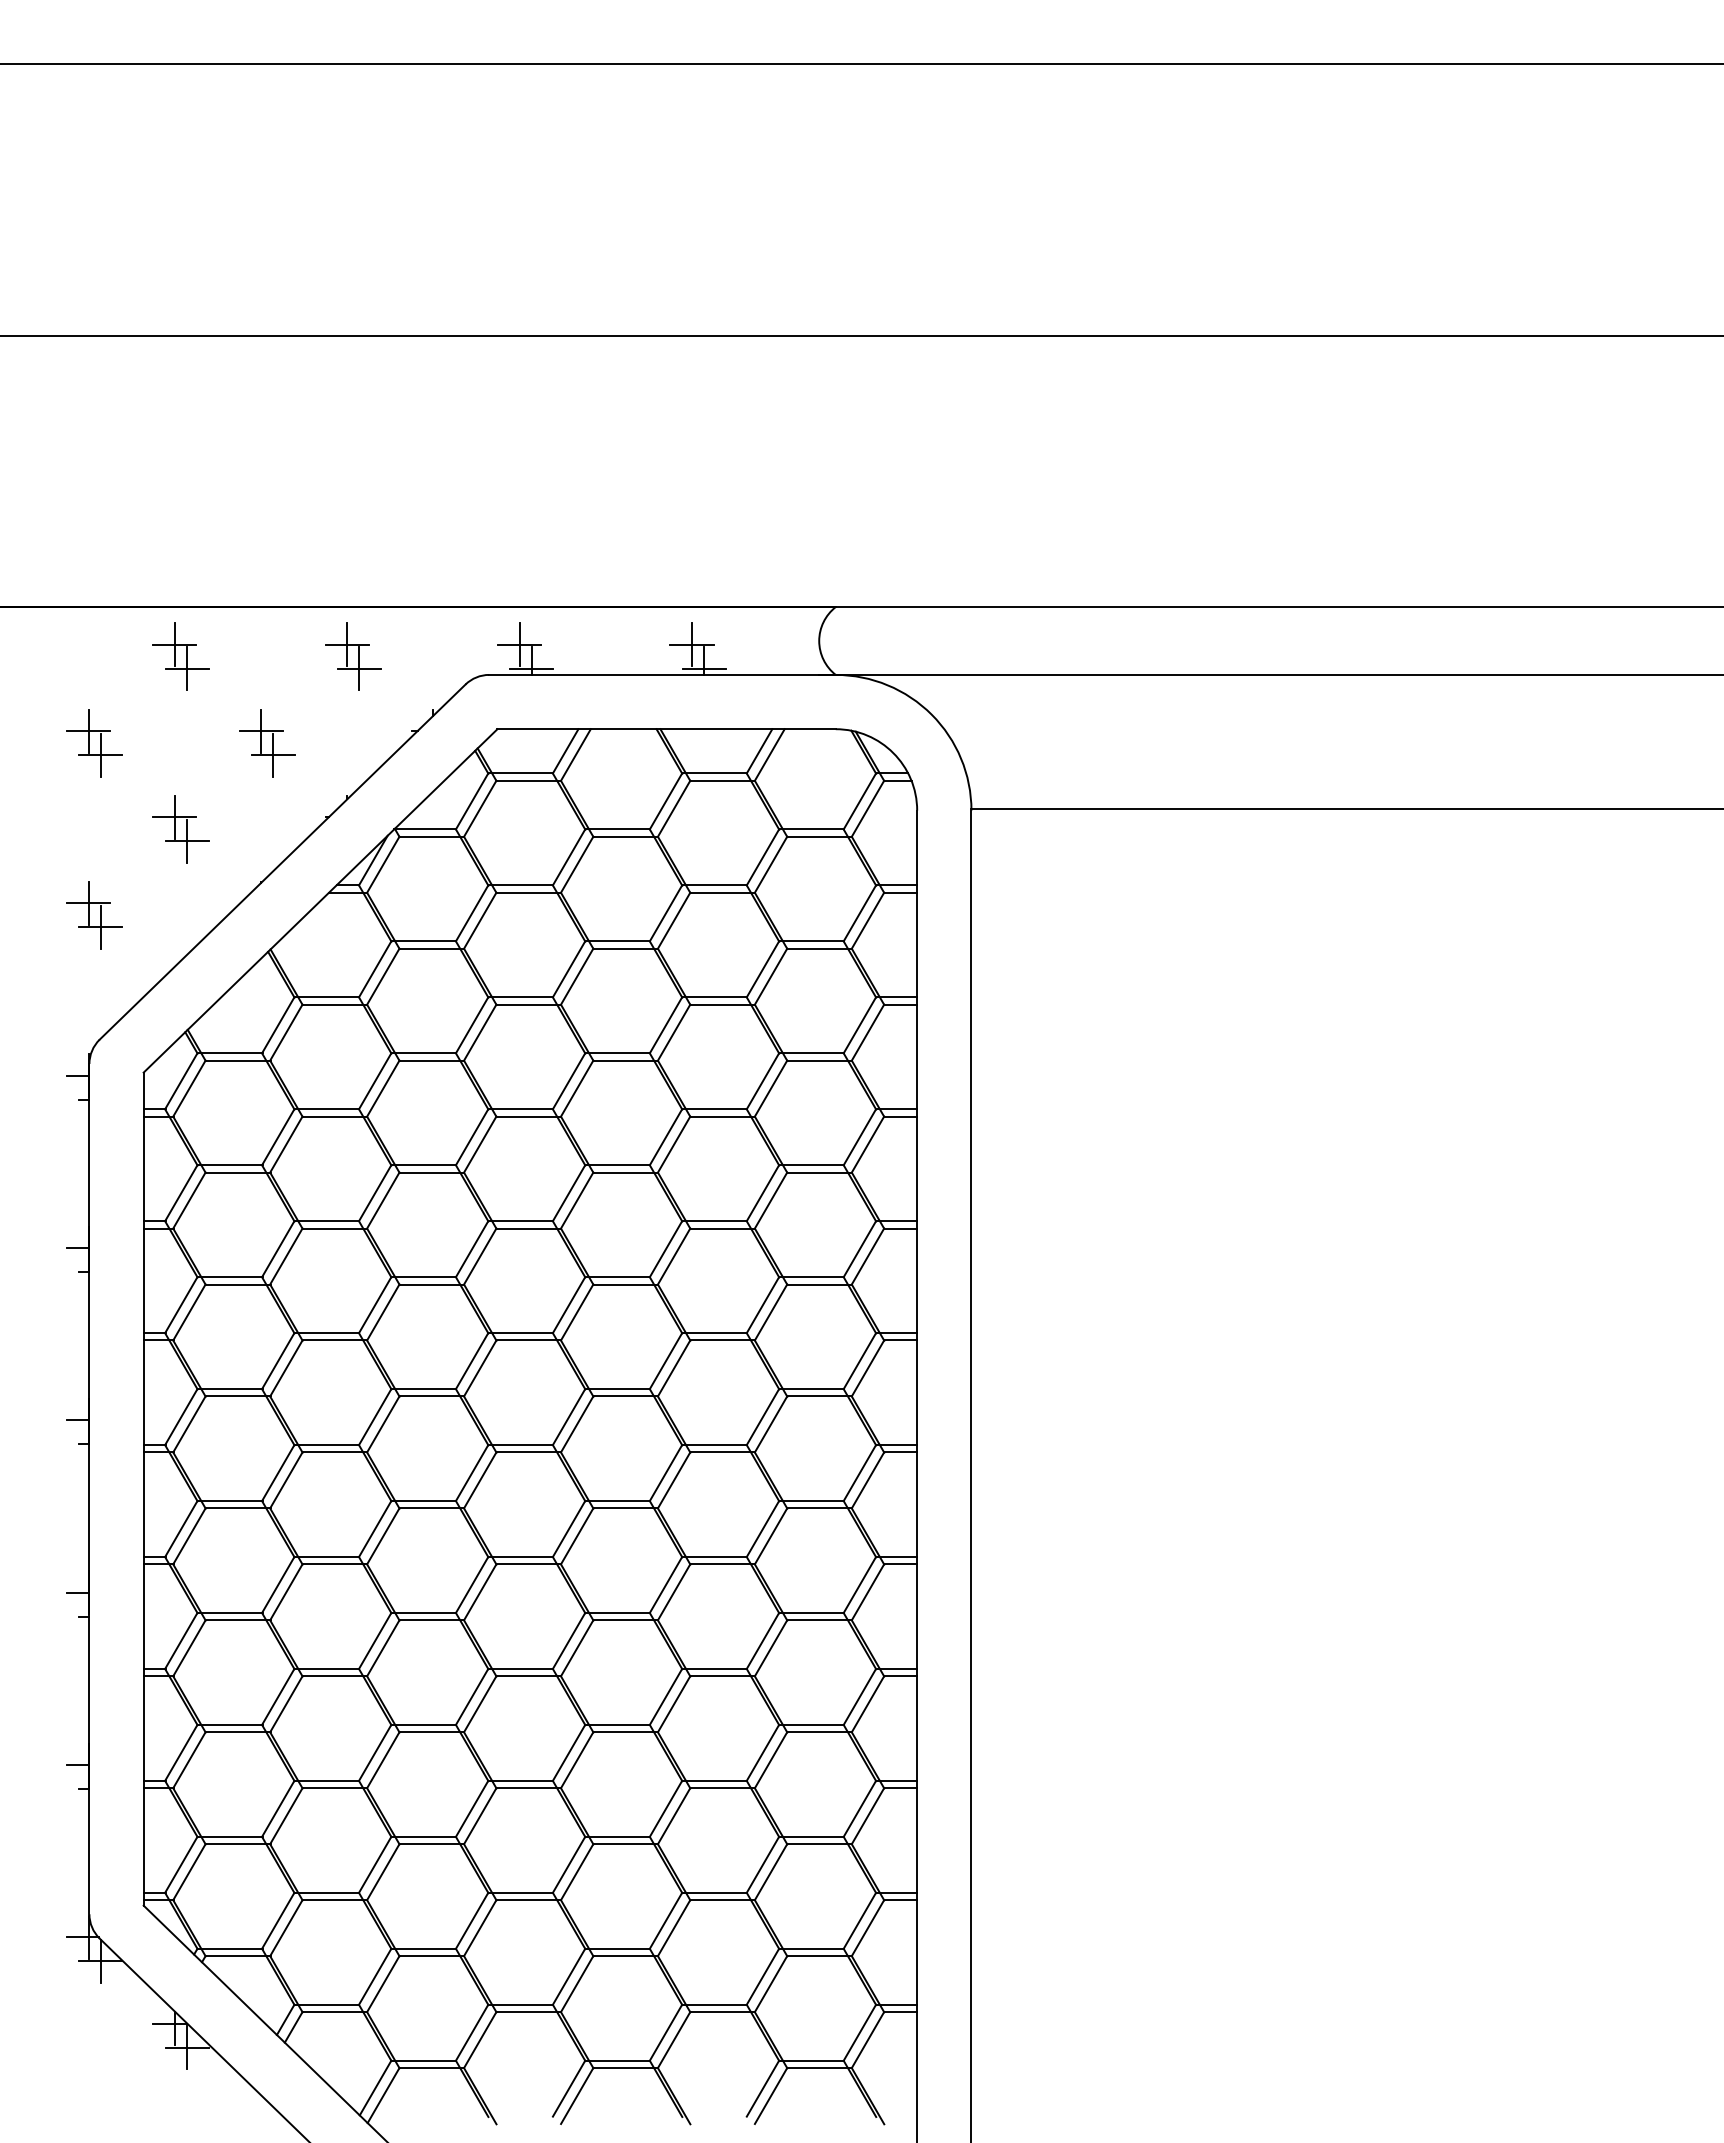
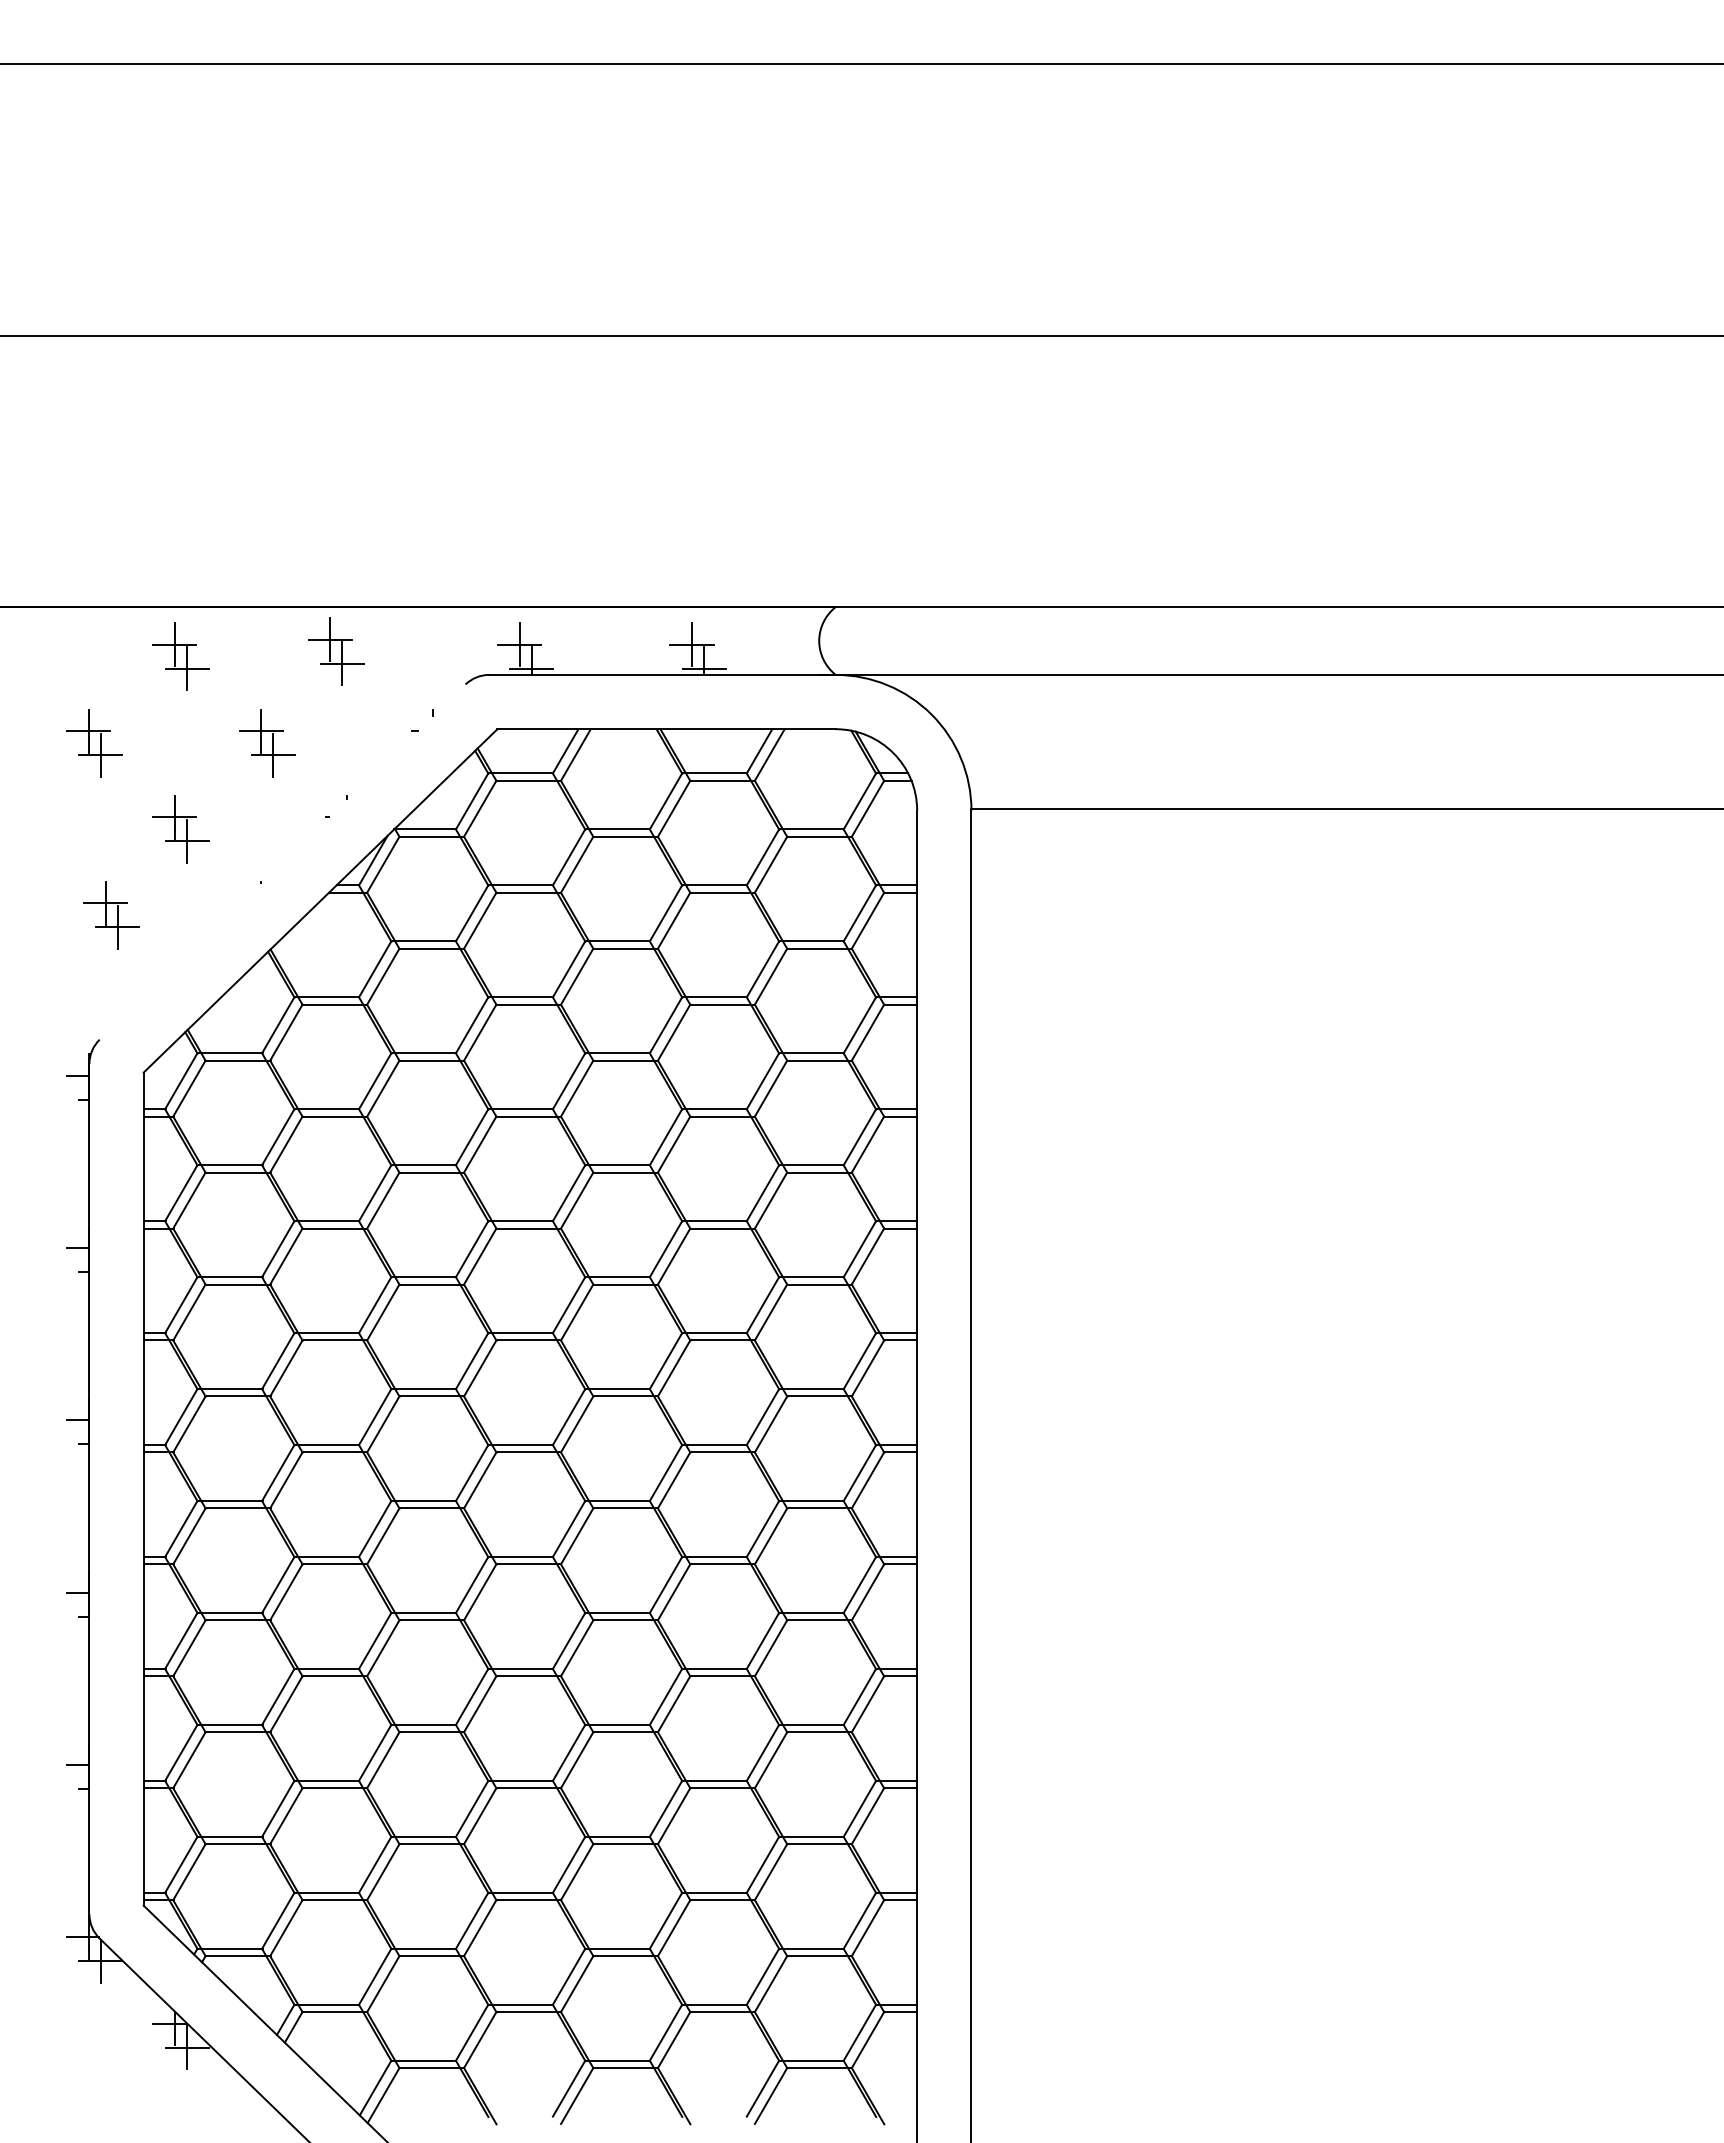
part at (353, 656) position: (353, 656) -> (336, 651)
line at (282, 861): present -> none
part at (94, 915) position: (94, 915) -> (111, 915)
